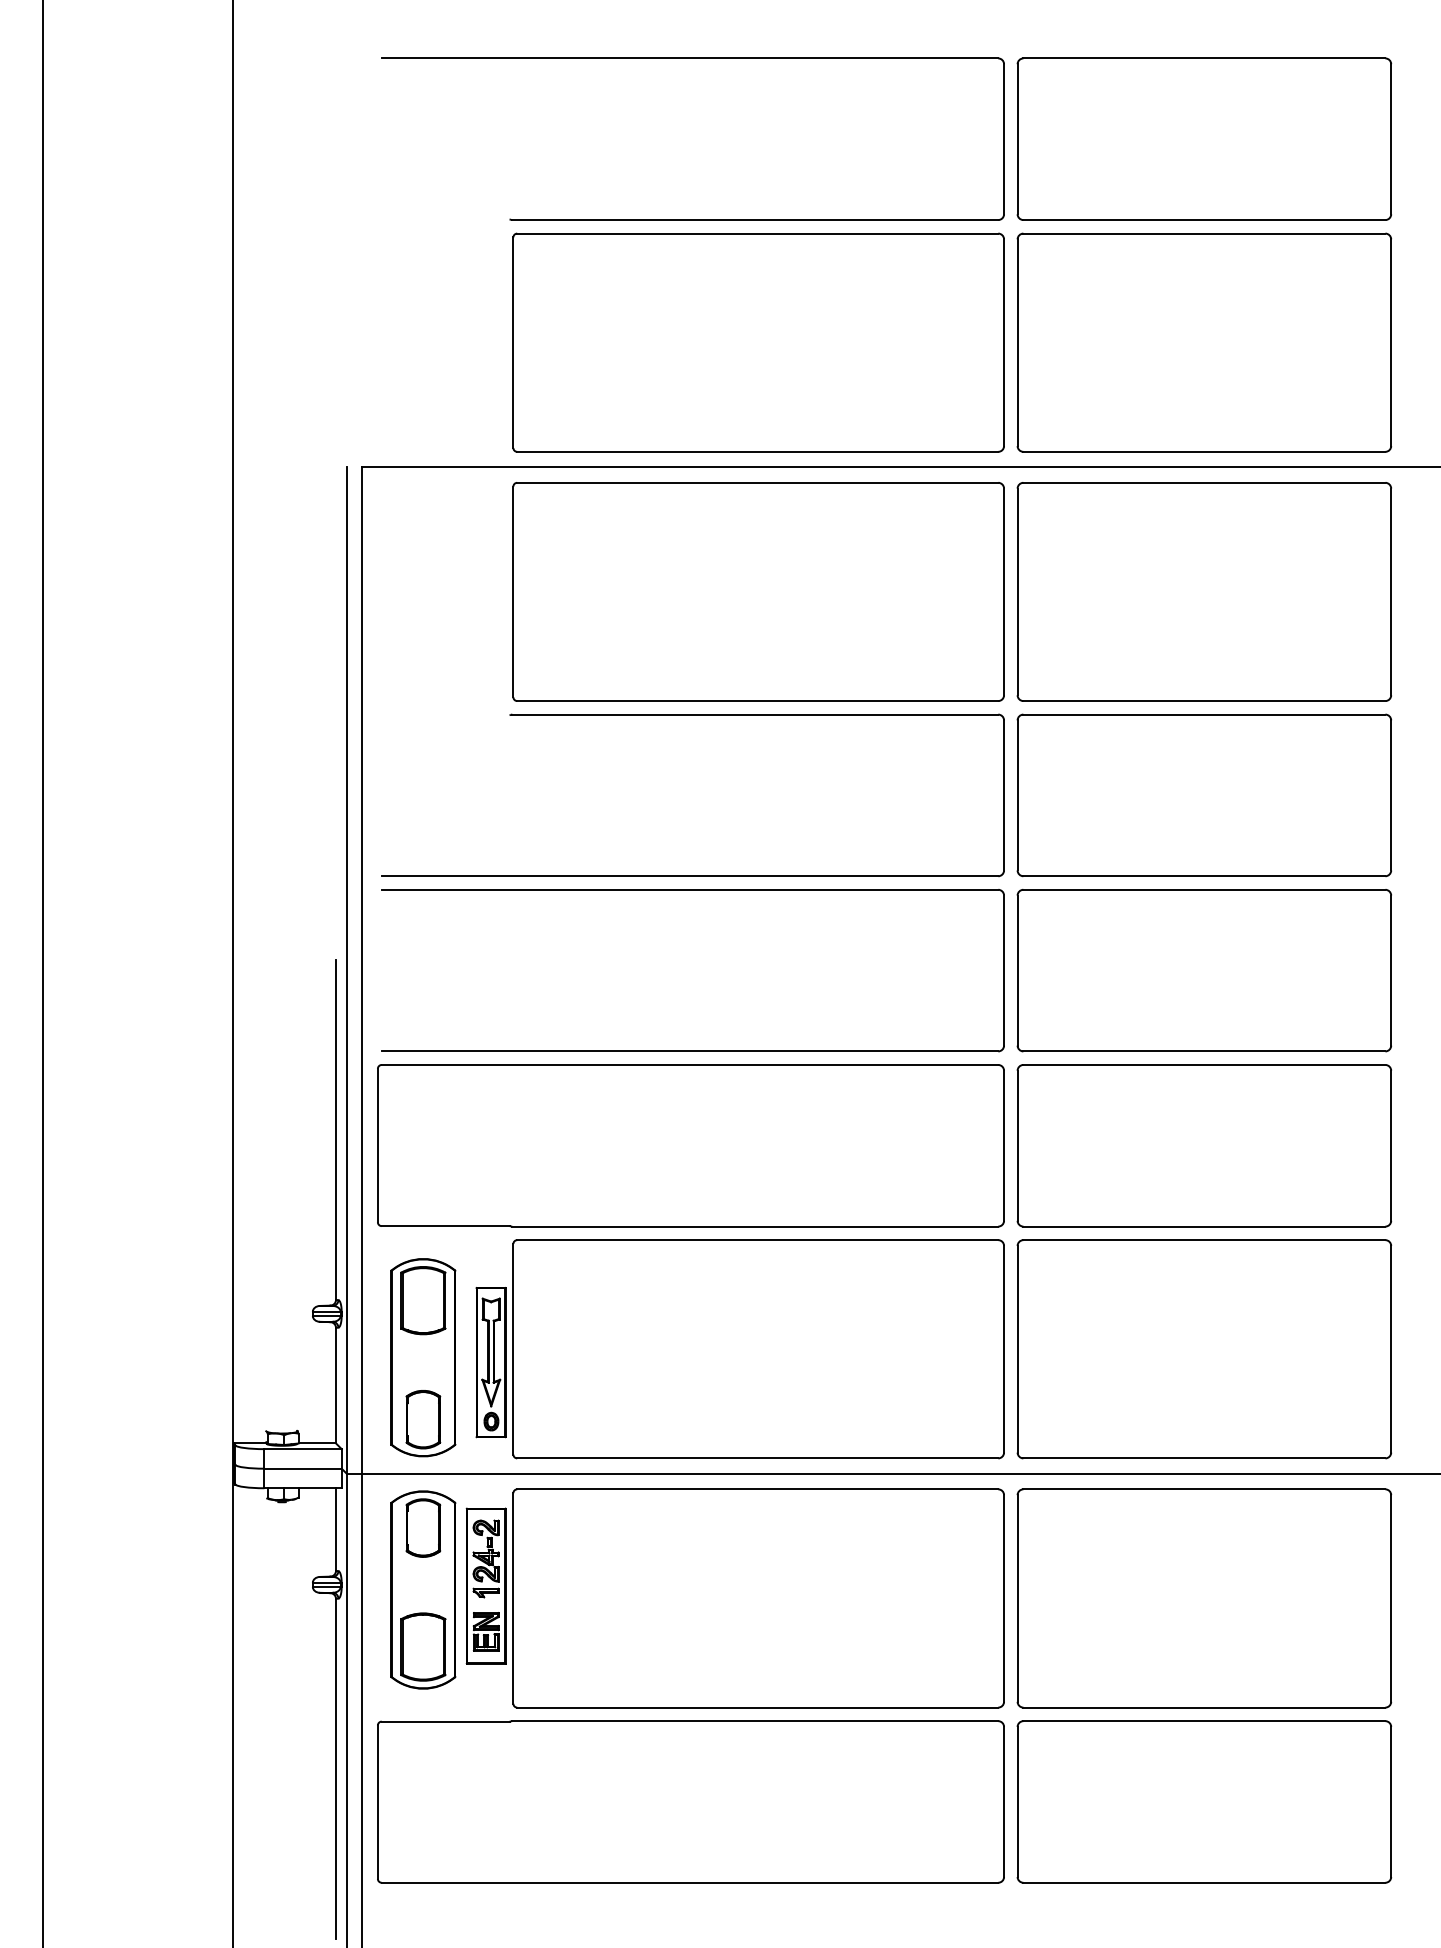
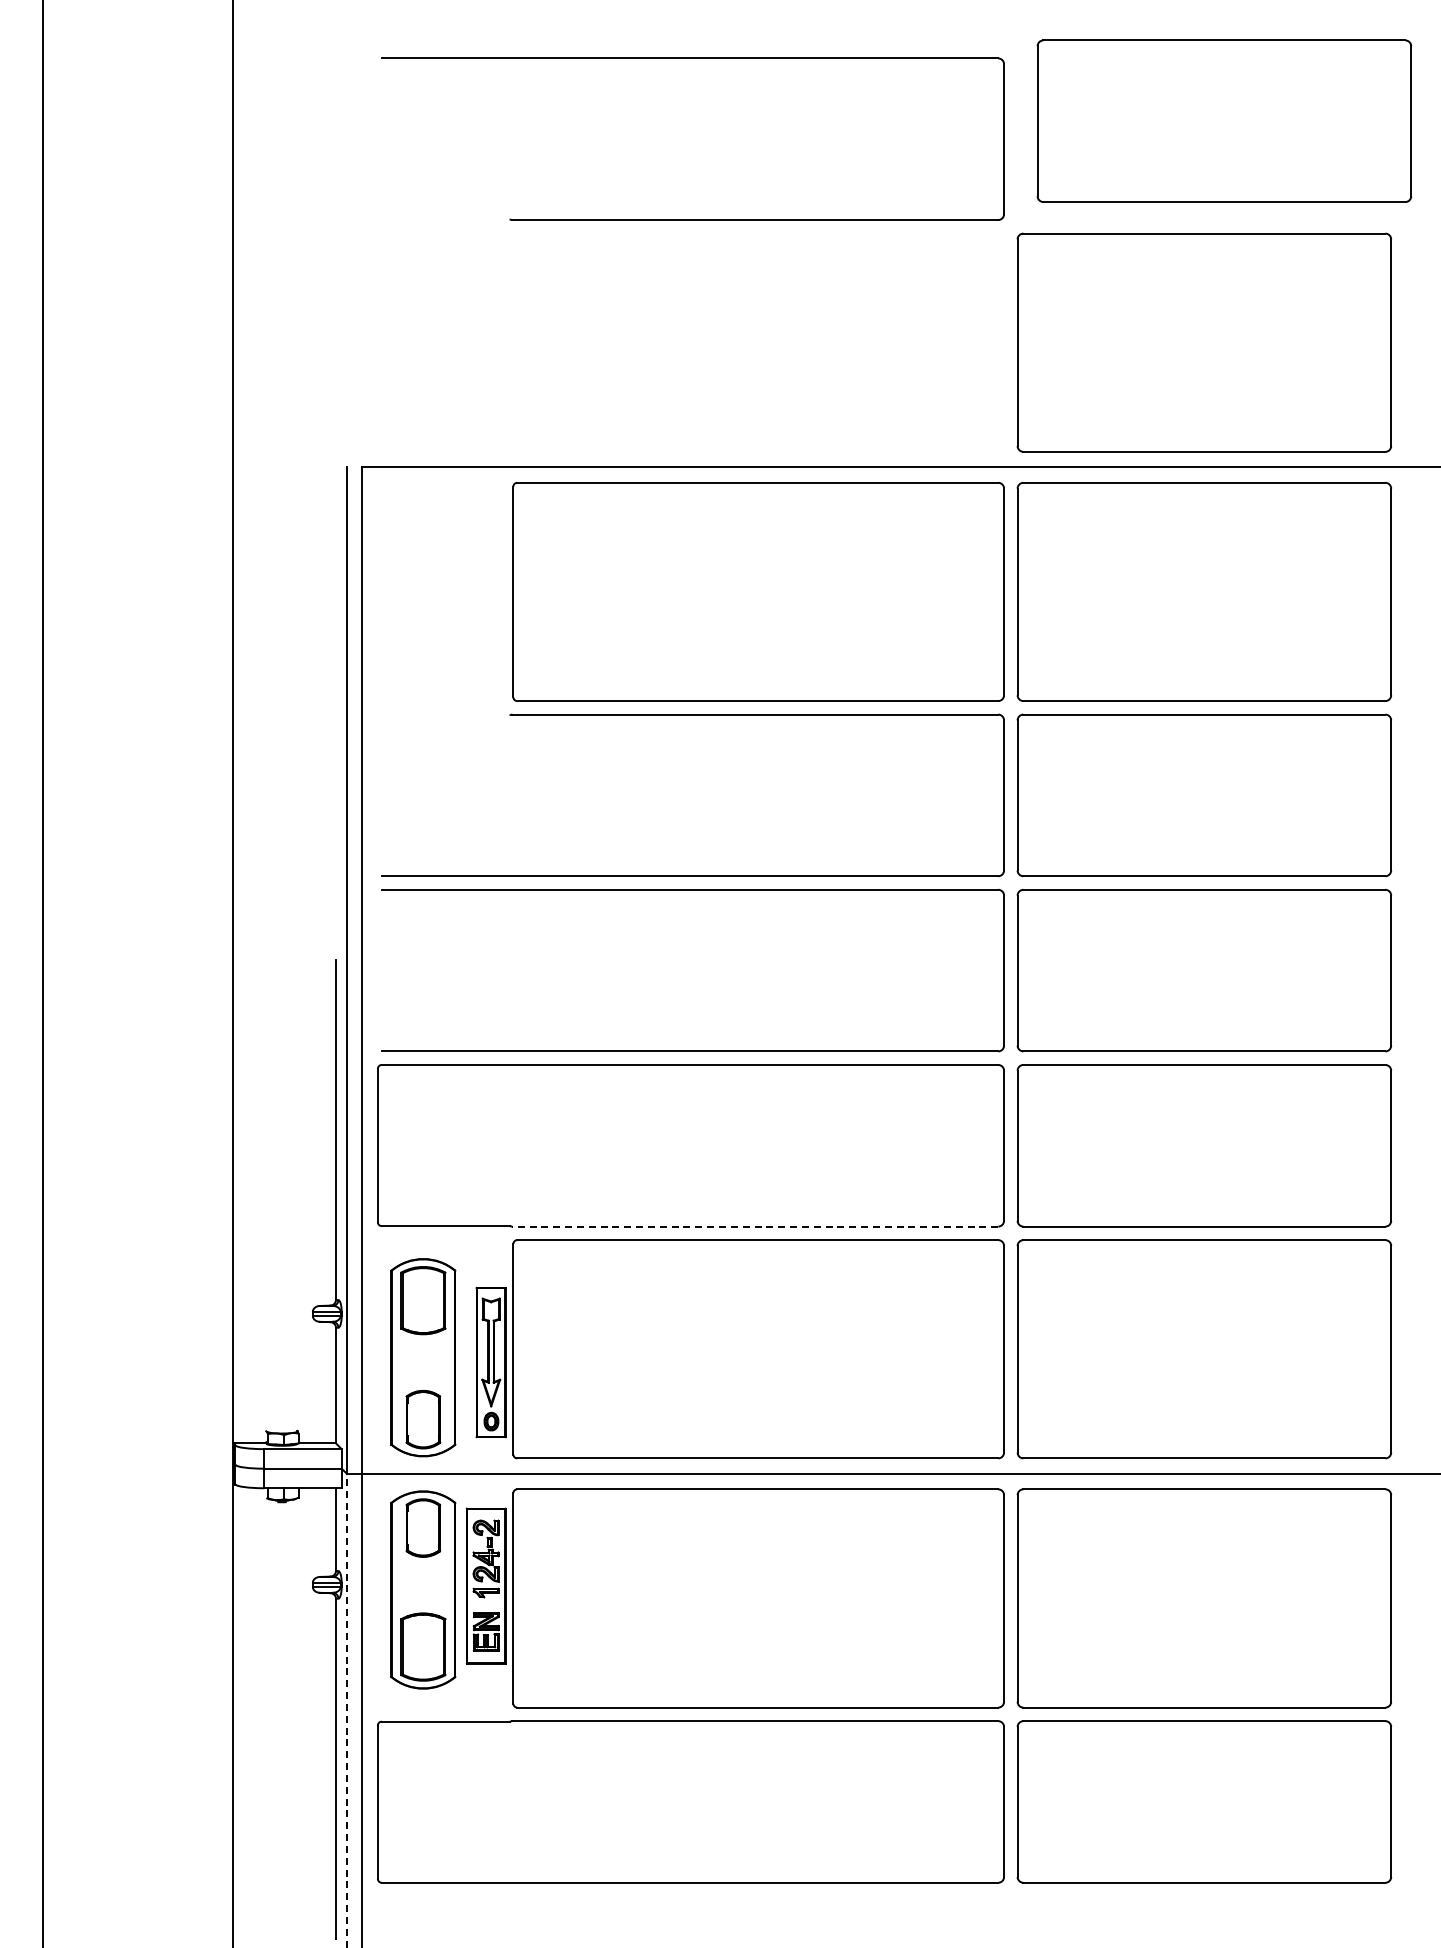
part at (1204, 138) position: (1204, 138) -> (1224, 120)
part at (758, 342): present -> none
line at (755, 1226): solid -> dashed
line at (346, 1710): solid -> dashed
